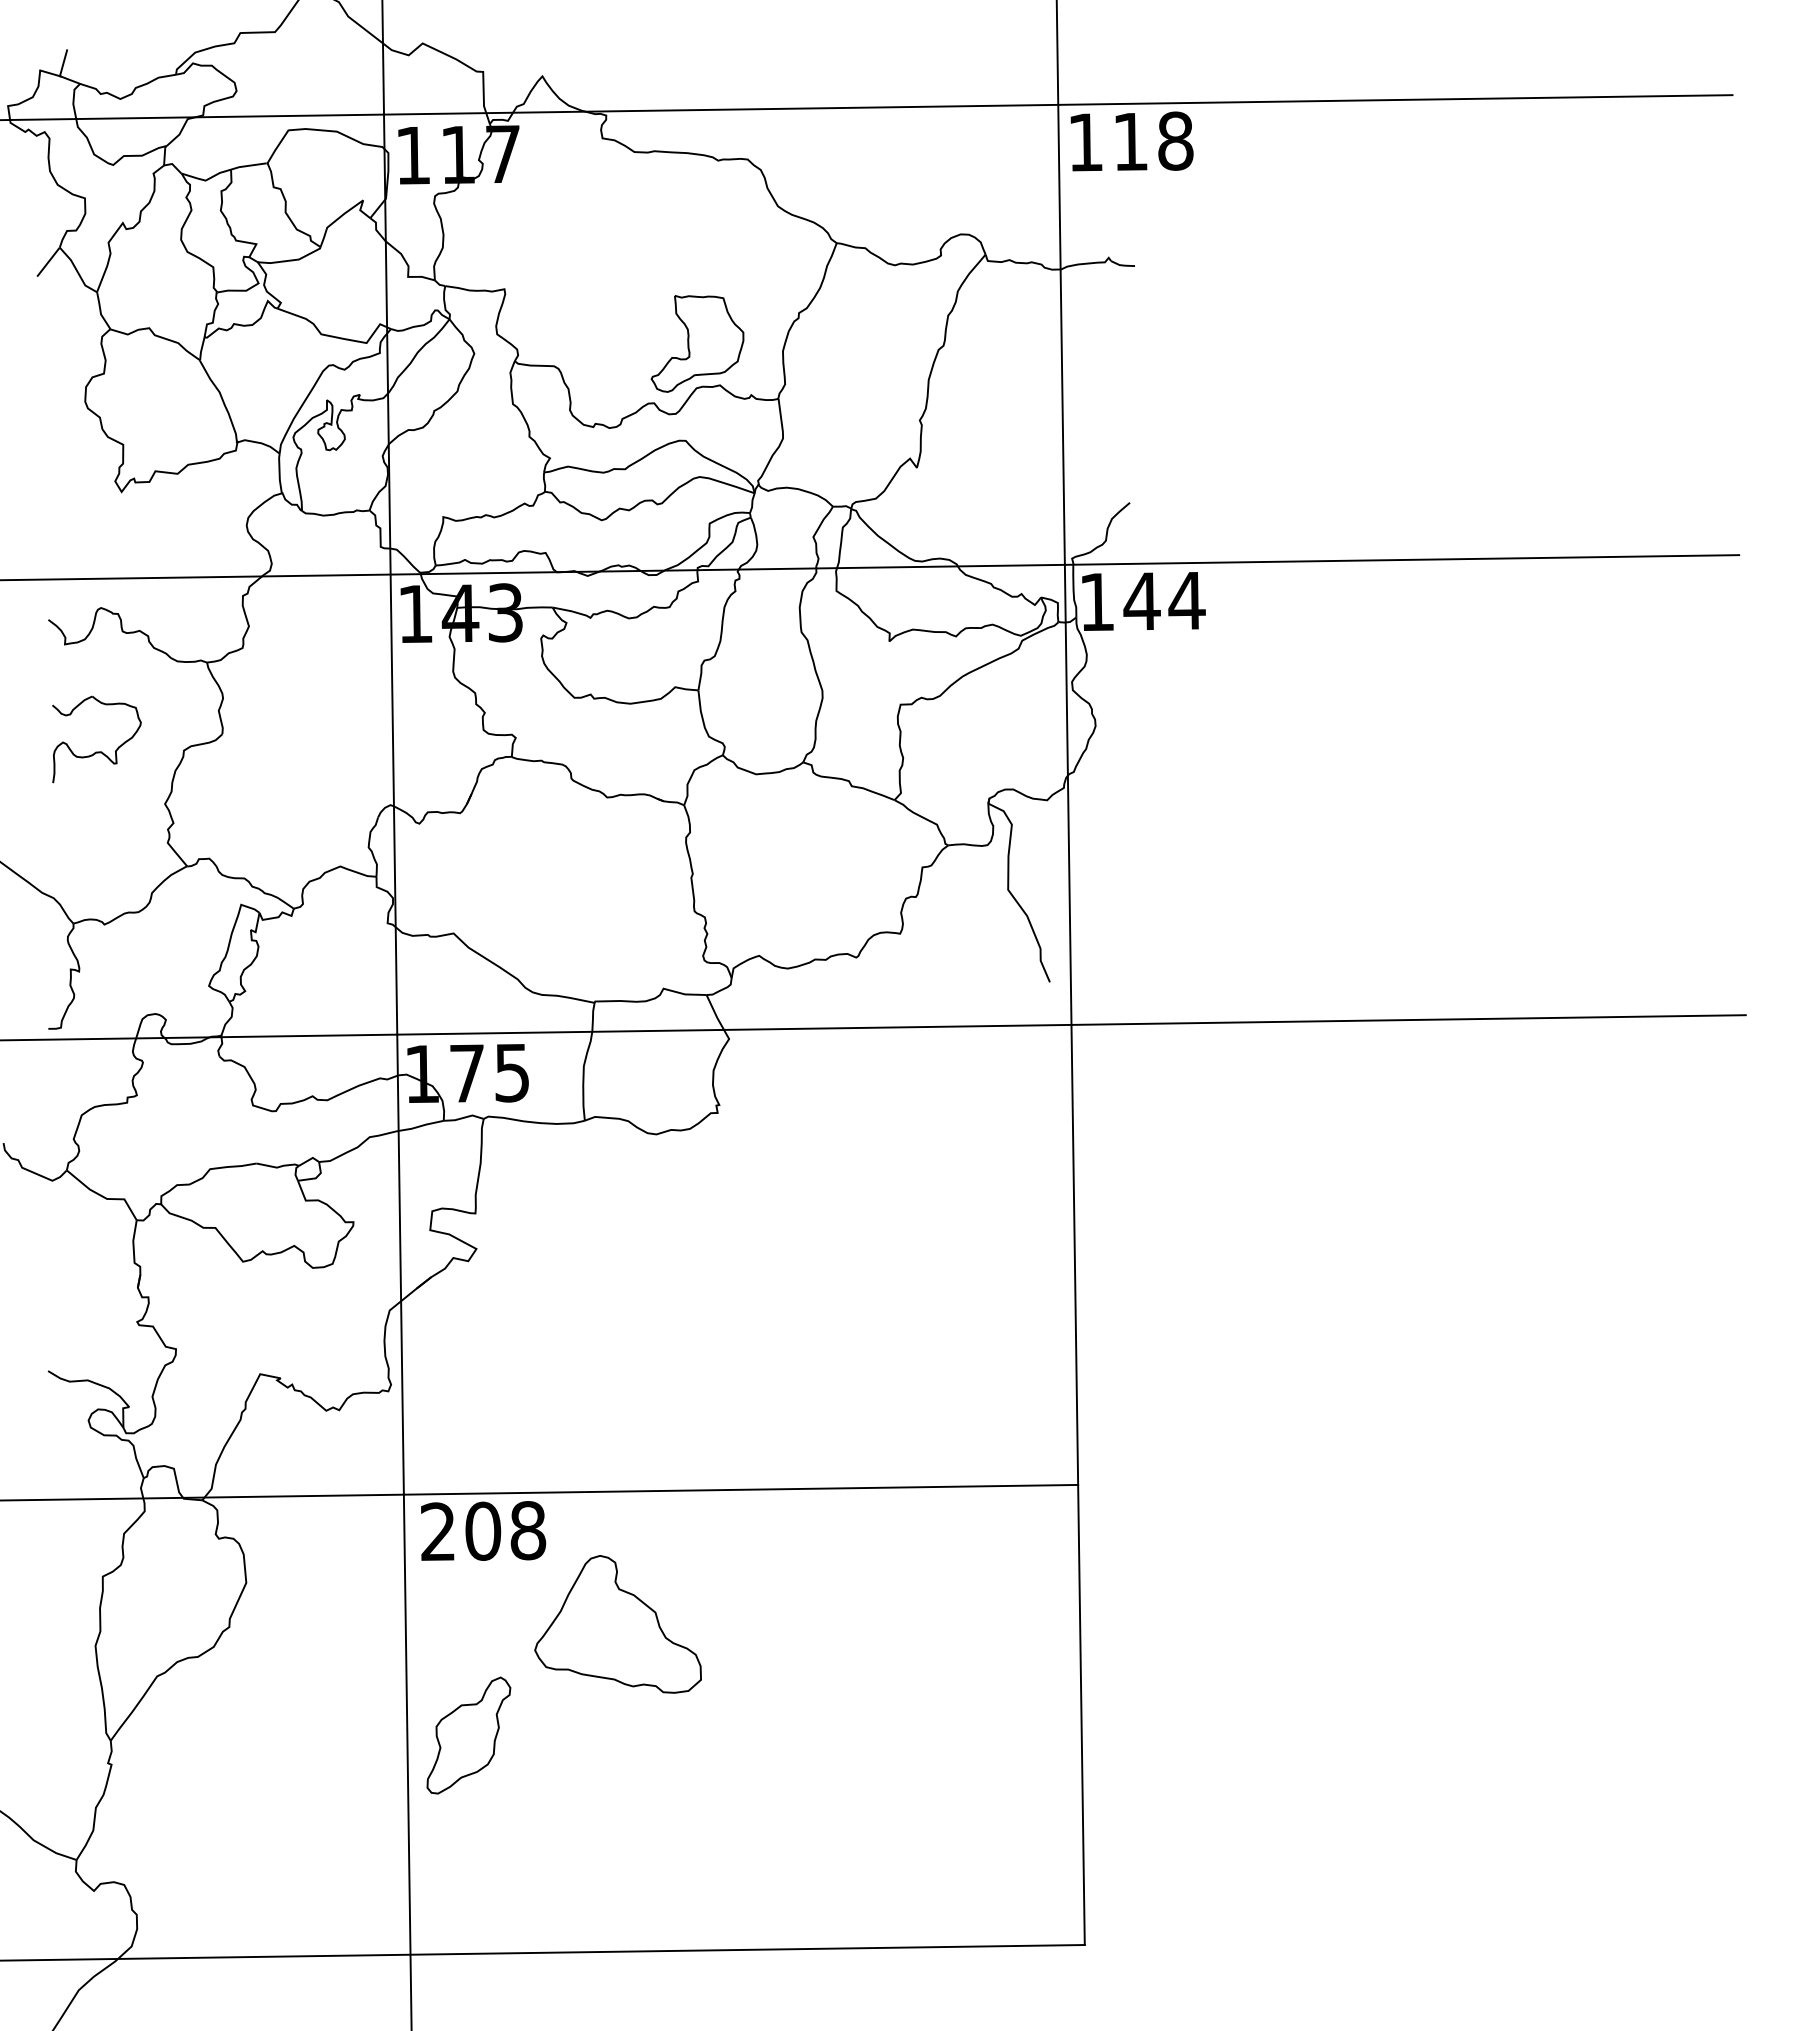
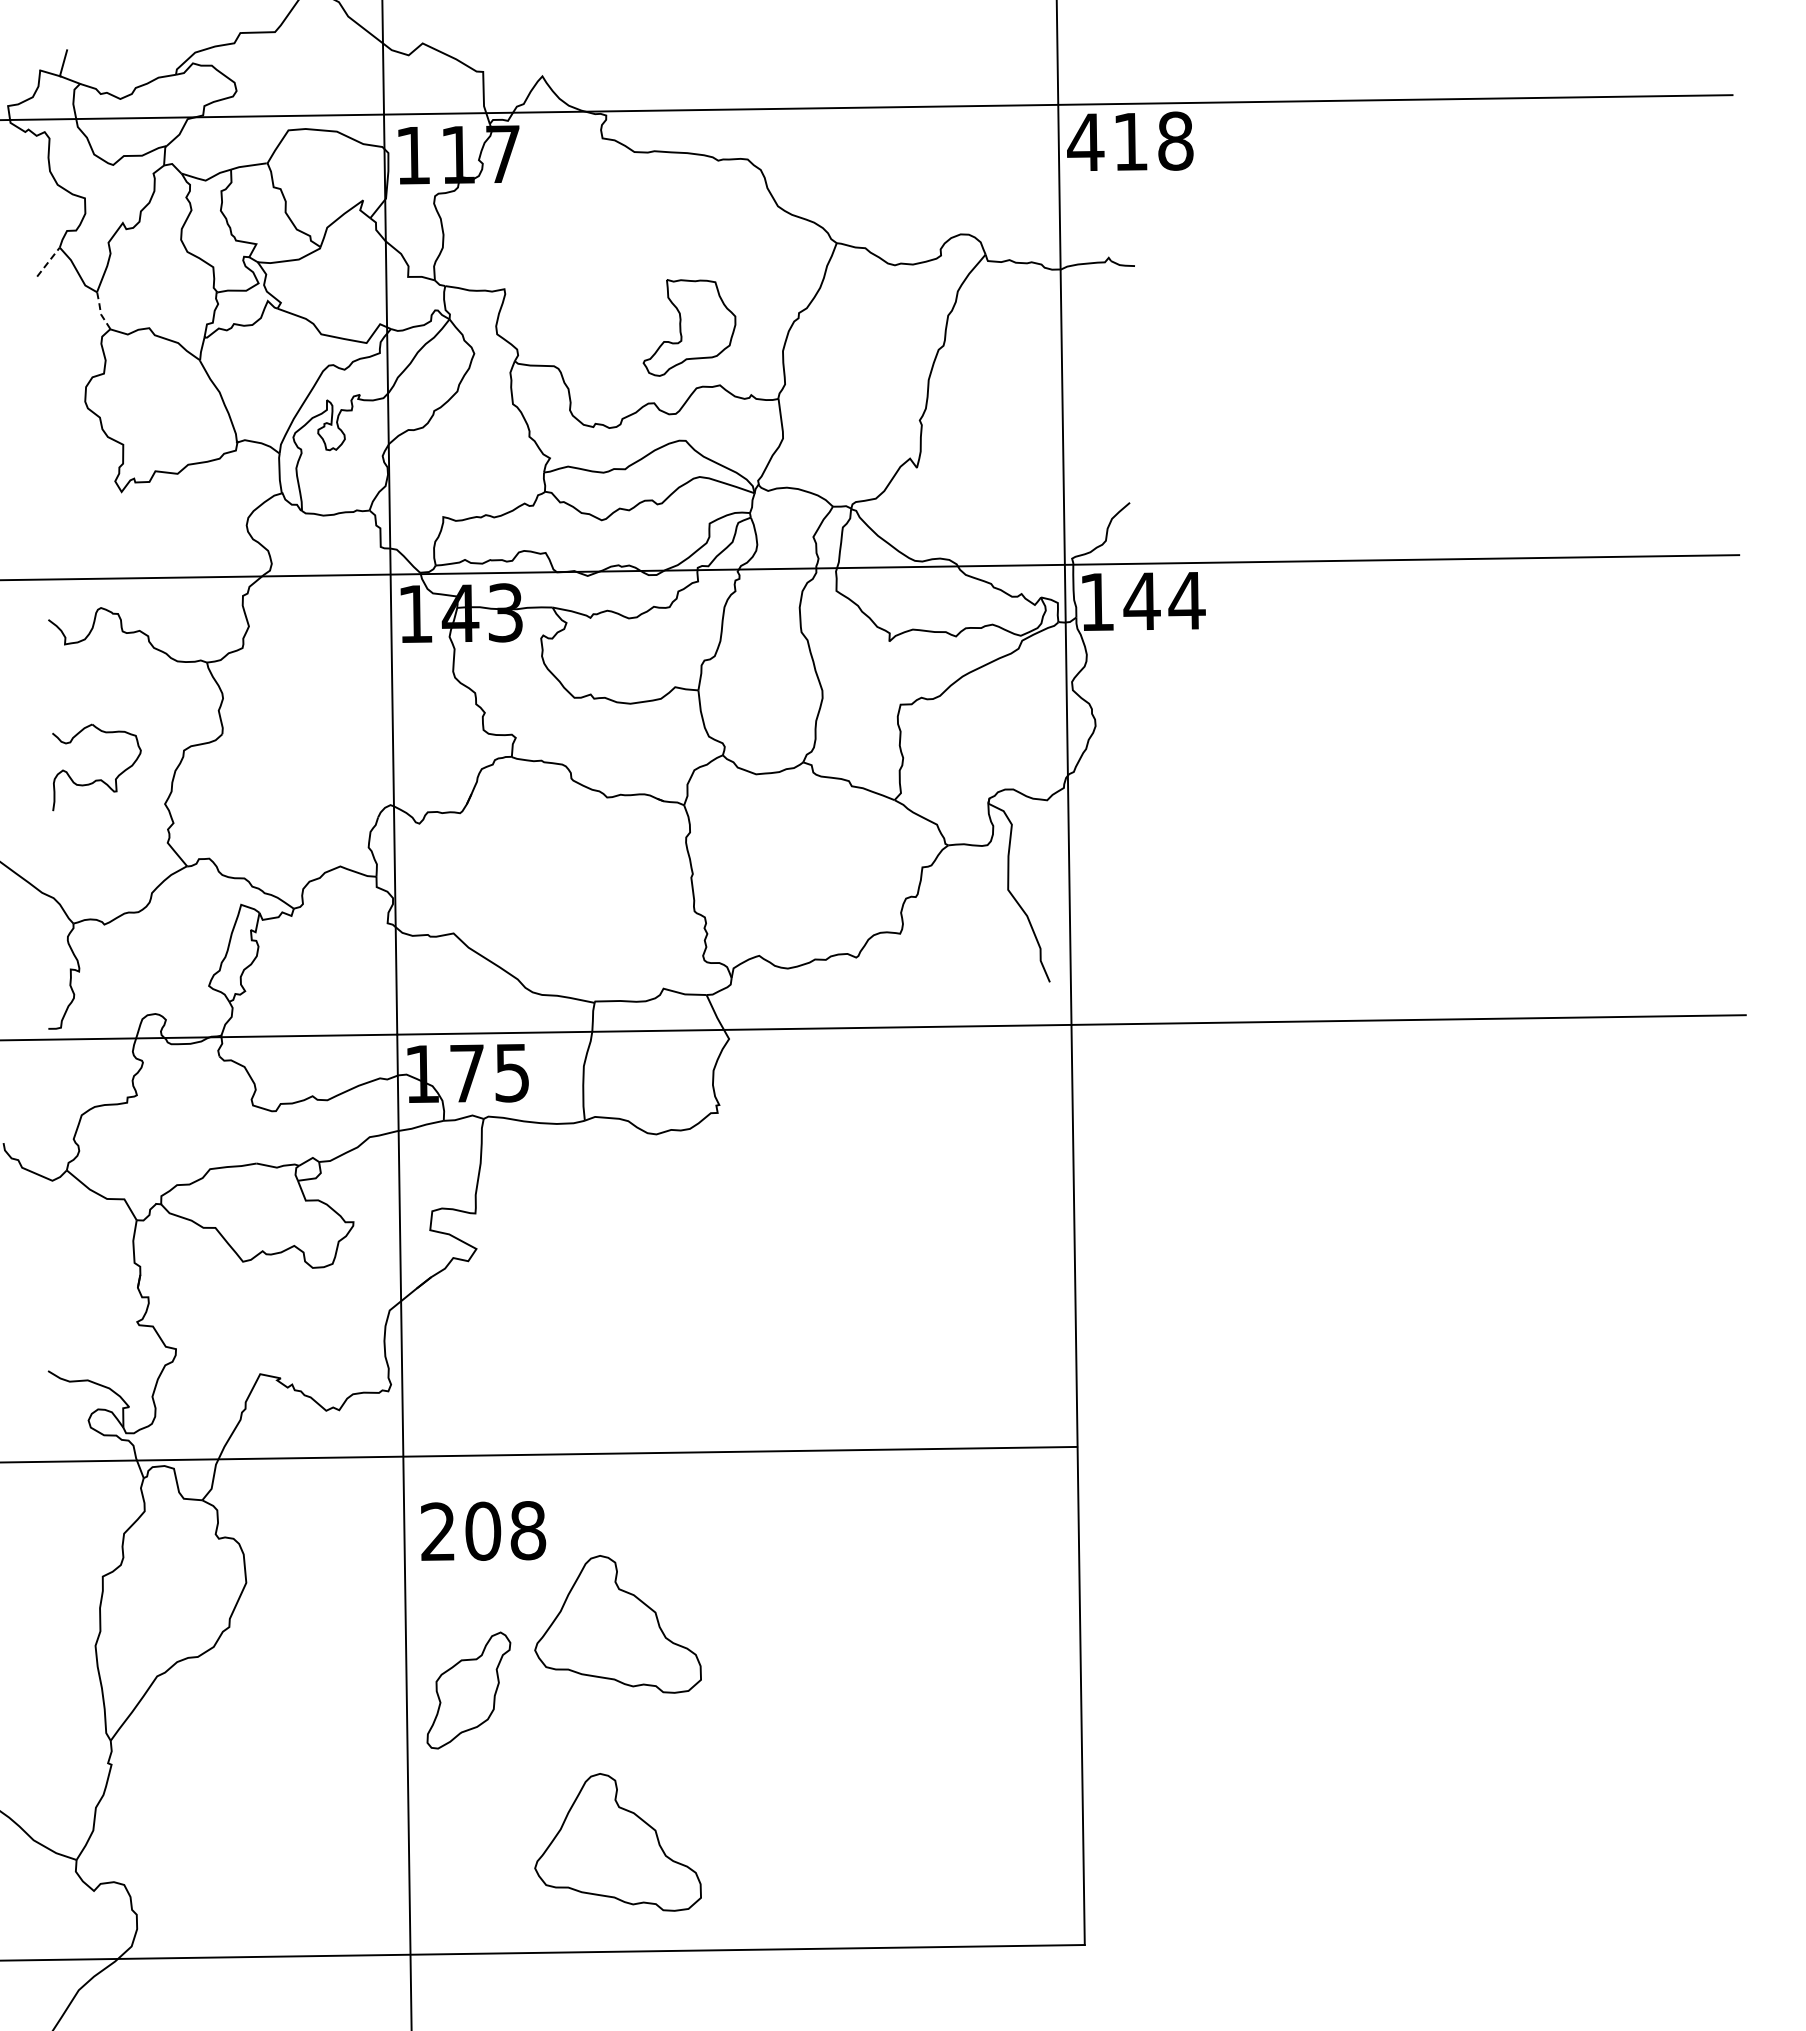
text at (1085, 142): 118 -> 418
line at (48, 261): solid -> dashed
line at (100, 311): solid -> dashed
part at (697, 343) position: (697, 343) -> (689, 327)
part at (96, 751) position: (96, 751) -> (96, 779)
line at (540, 1492) position: (540, 1492) -> (539, 1454)
part at (468, 1735) position: (468, 1735) -> (468, 1690)
part at (617, 1842): none -> present
